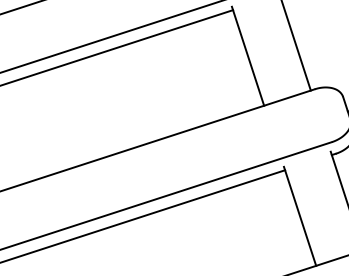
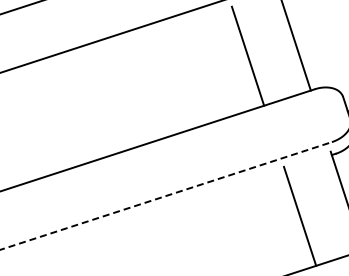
line at (117, 47): present -> none
line at (166, 195): solid -> dashed
line at (143, 216): present -> none
